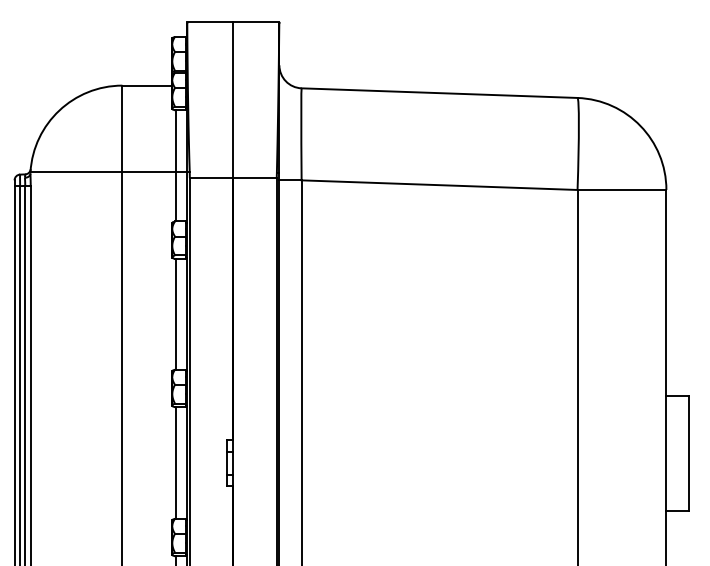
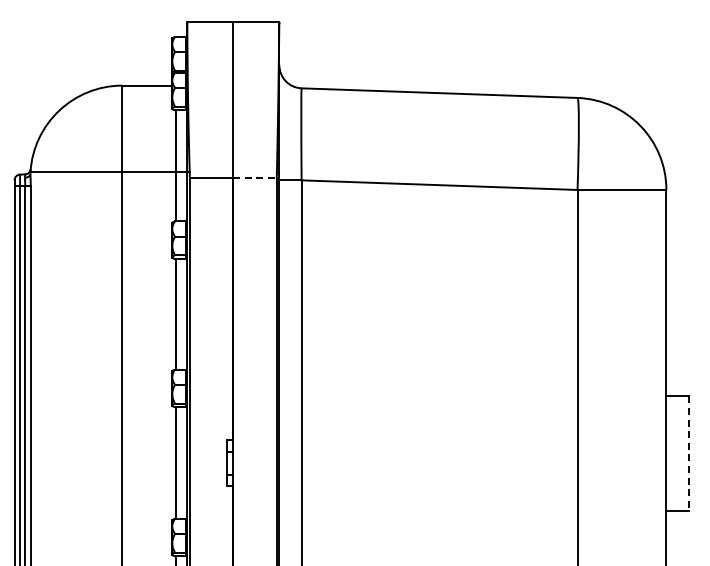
line at (255, 177): solid -> dashed
line at (689, 453): solid -> dashed
